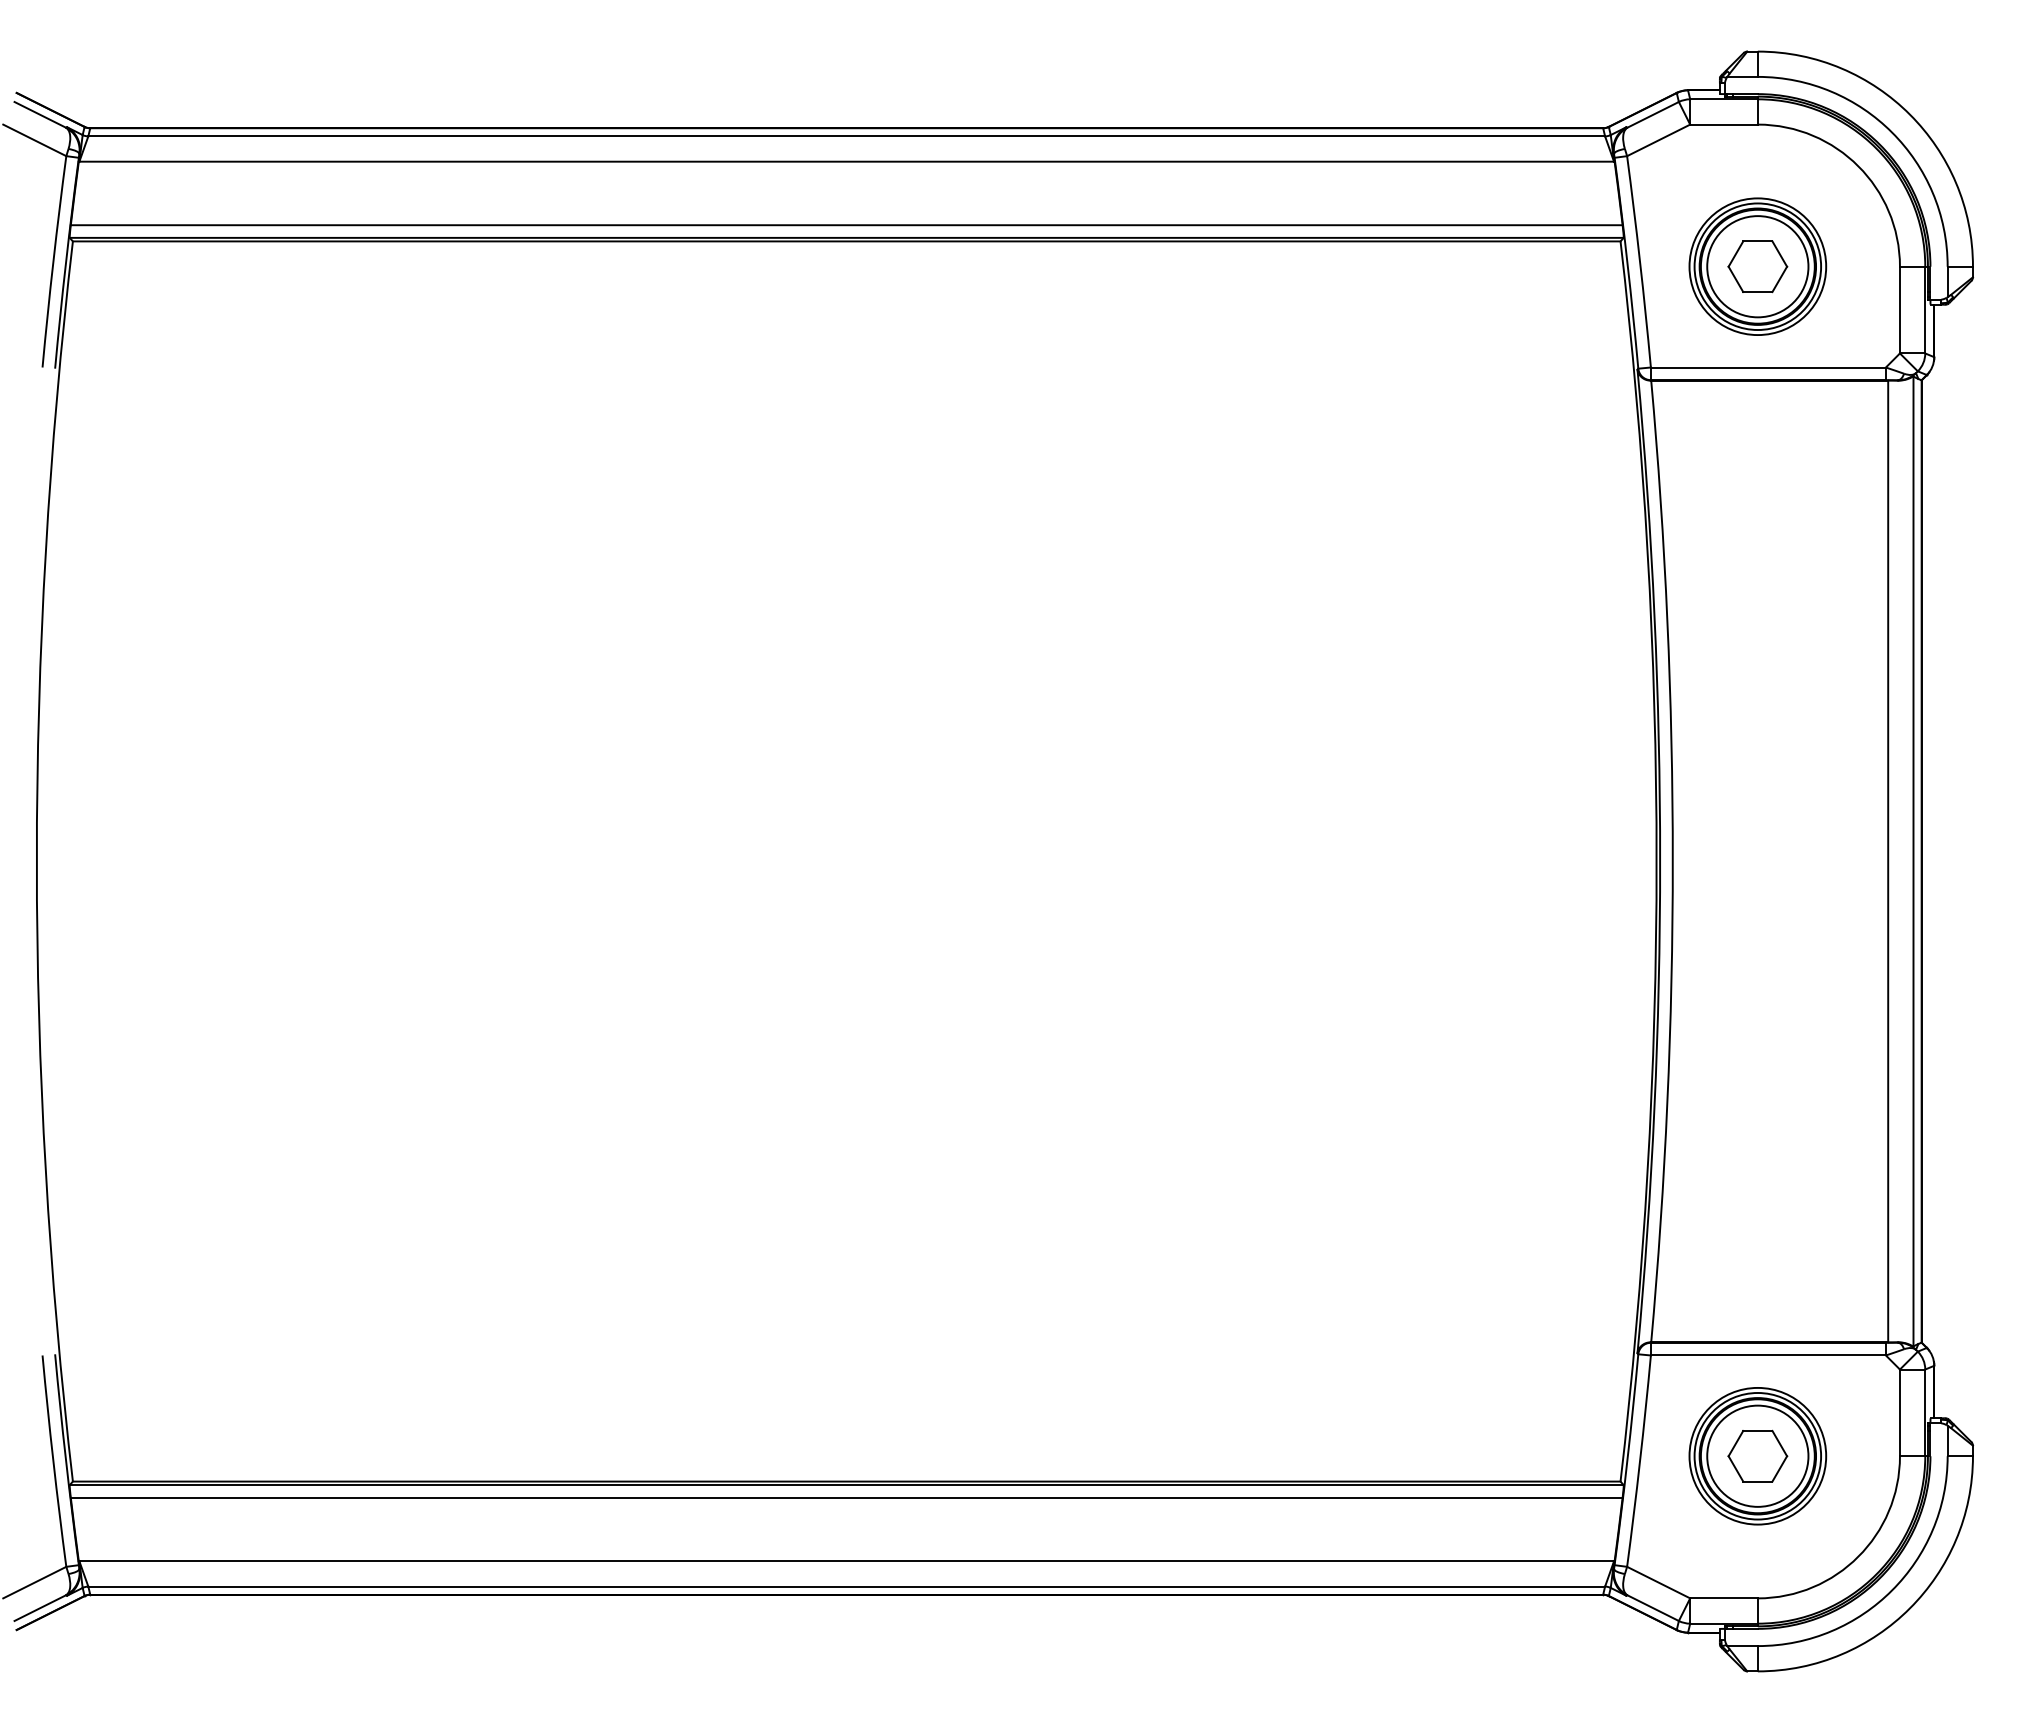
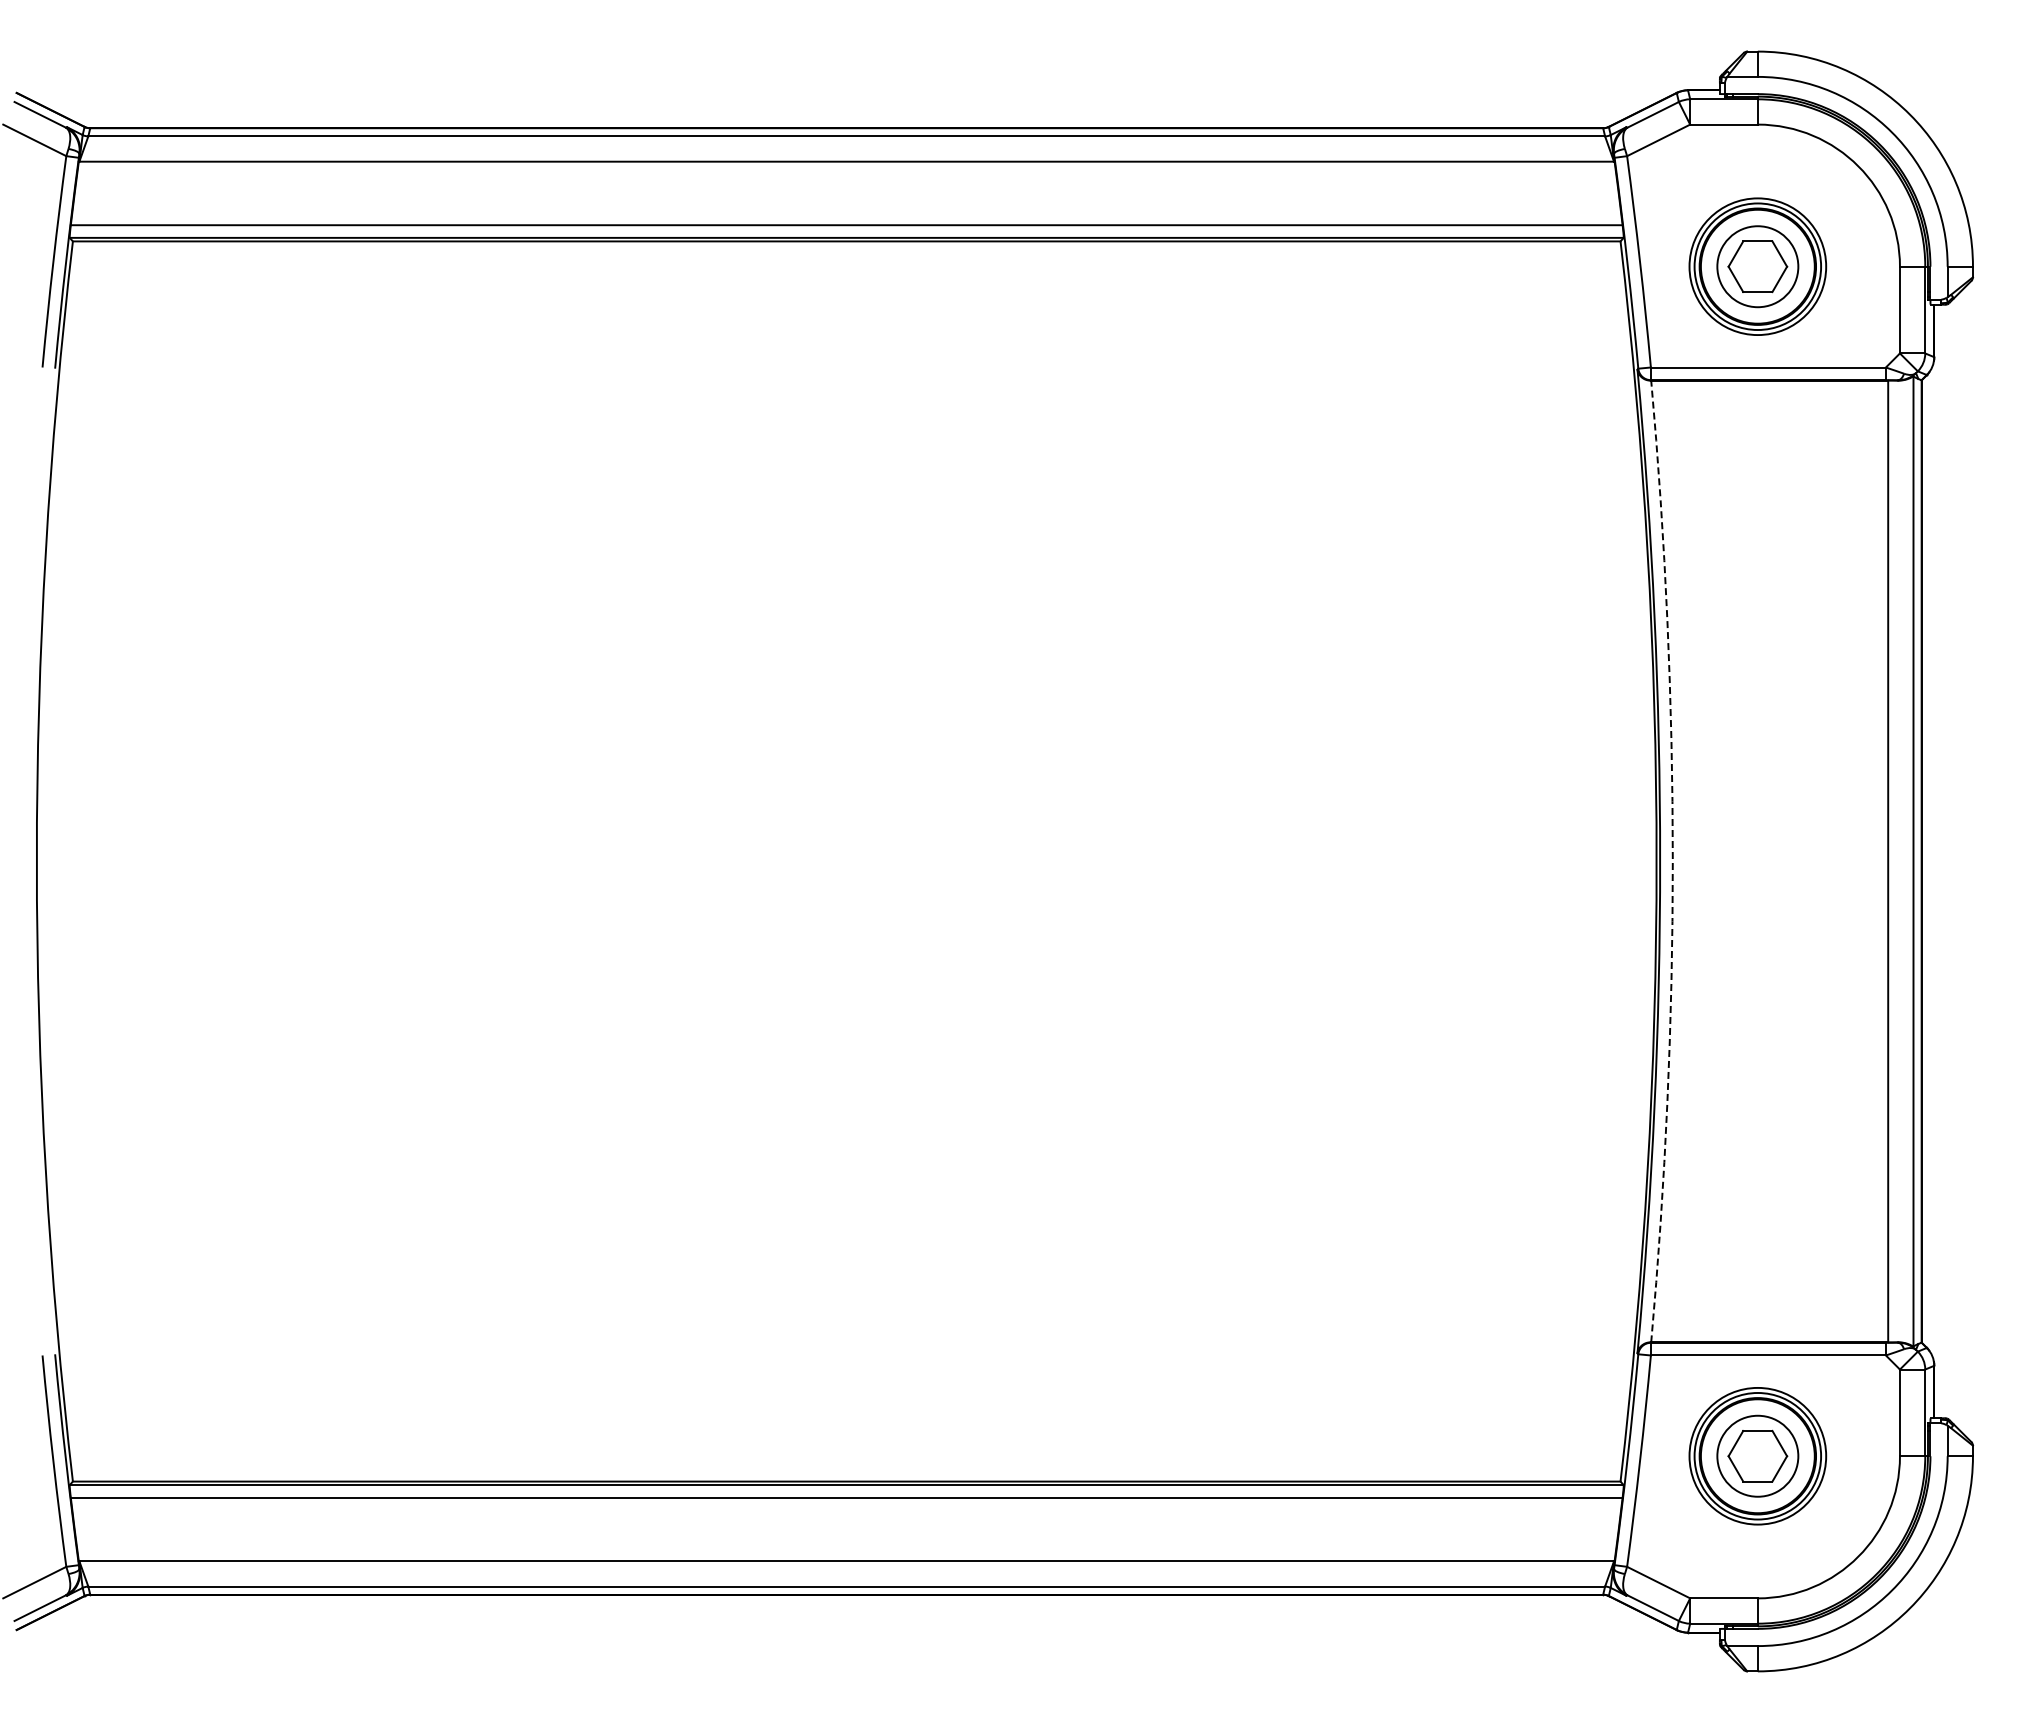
circle at (1757, 266) diameter: 101 px -> 81 px
arc at (1672, 861): solid -> dashed
circle at (1757, 1455) diameter: 101 px -> 81 px
